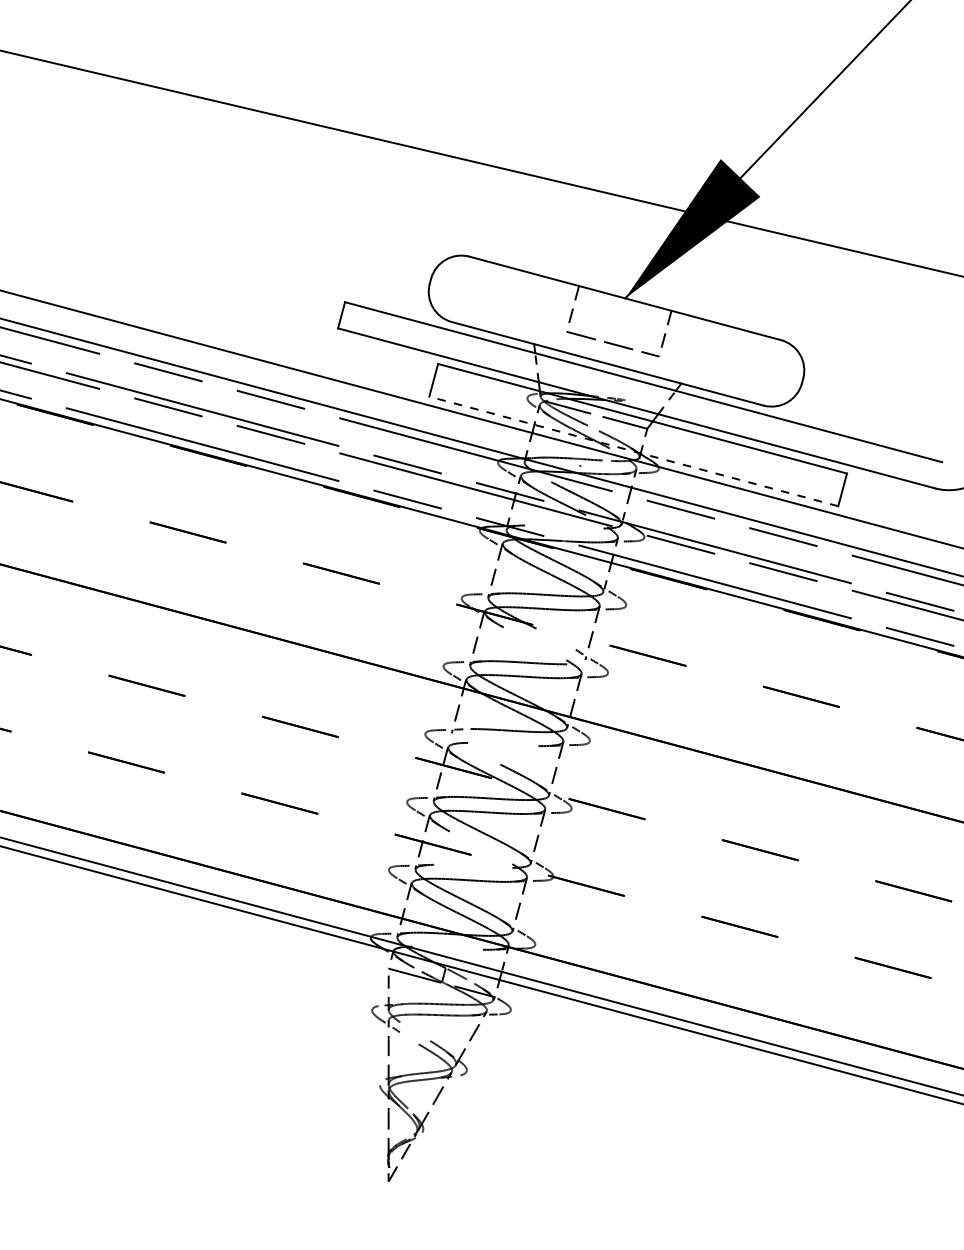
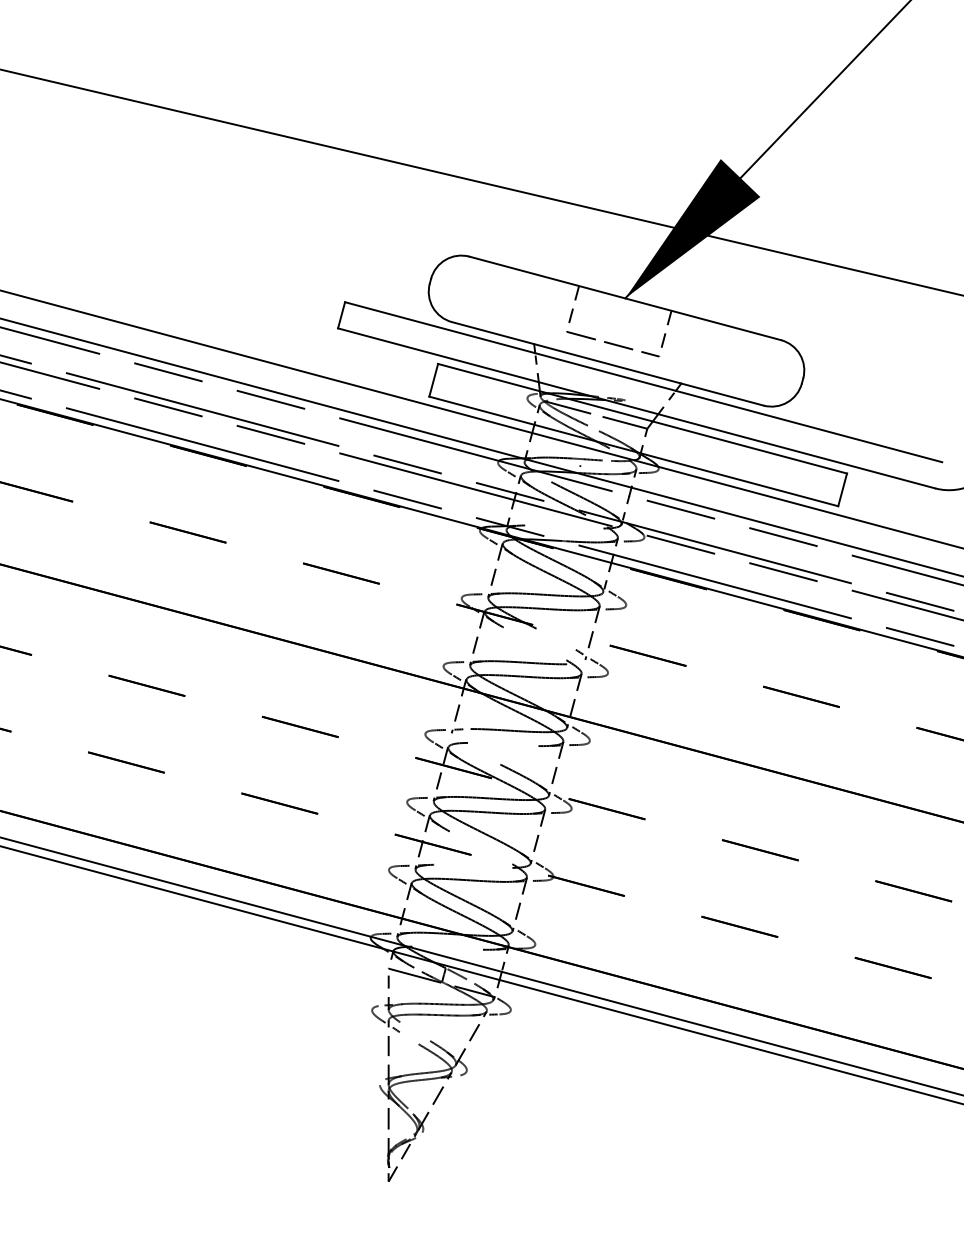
line at (481, 163) position: (481, 163) -> (481, 182)
line at (633, 451): dashed -> solid
